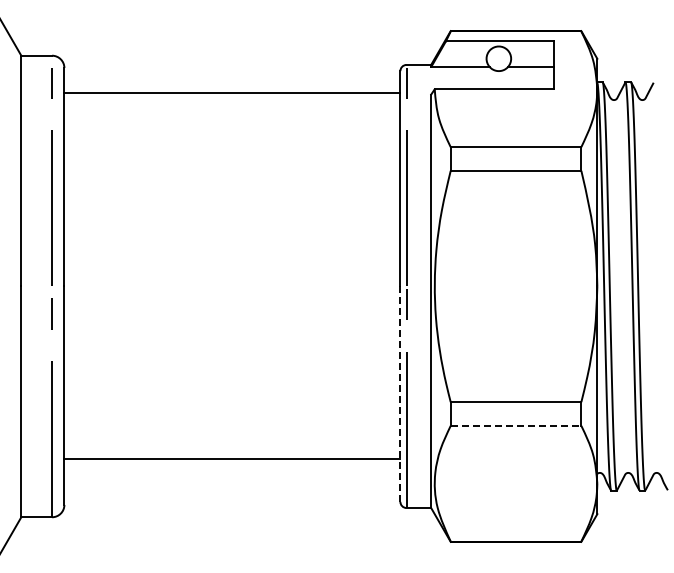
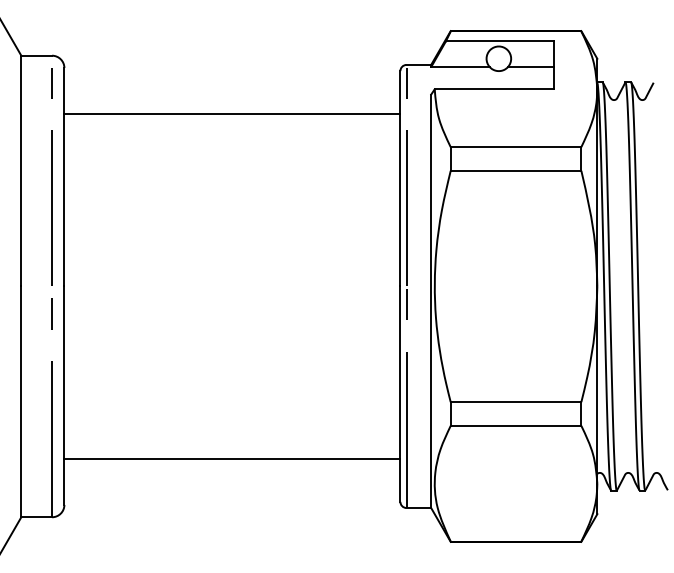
line at (232, 93) position: (232, 93) -> (232, 114)
line at (400, 394): dashed -> solid
line at (516, 425): dashed -> solid
